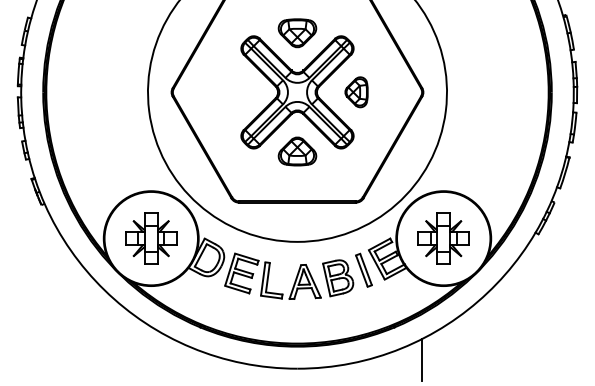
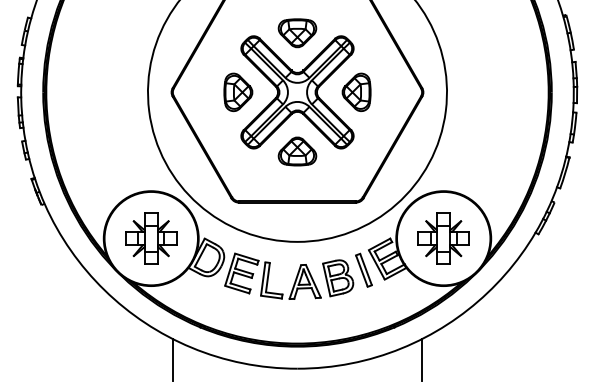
part at (238, 92): none -> present
part at (356, 92) size: 25x33 px -> 31x40 px
line at (172, 359): none -> present
